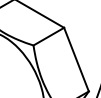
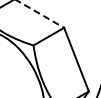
line at (40, 14): solid -> dashed
